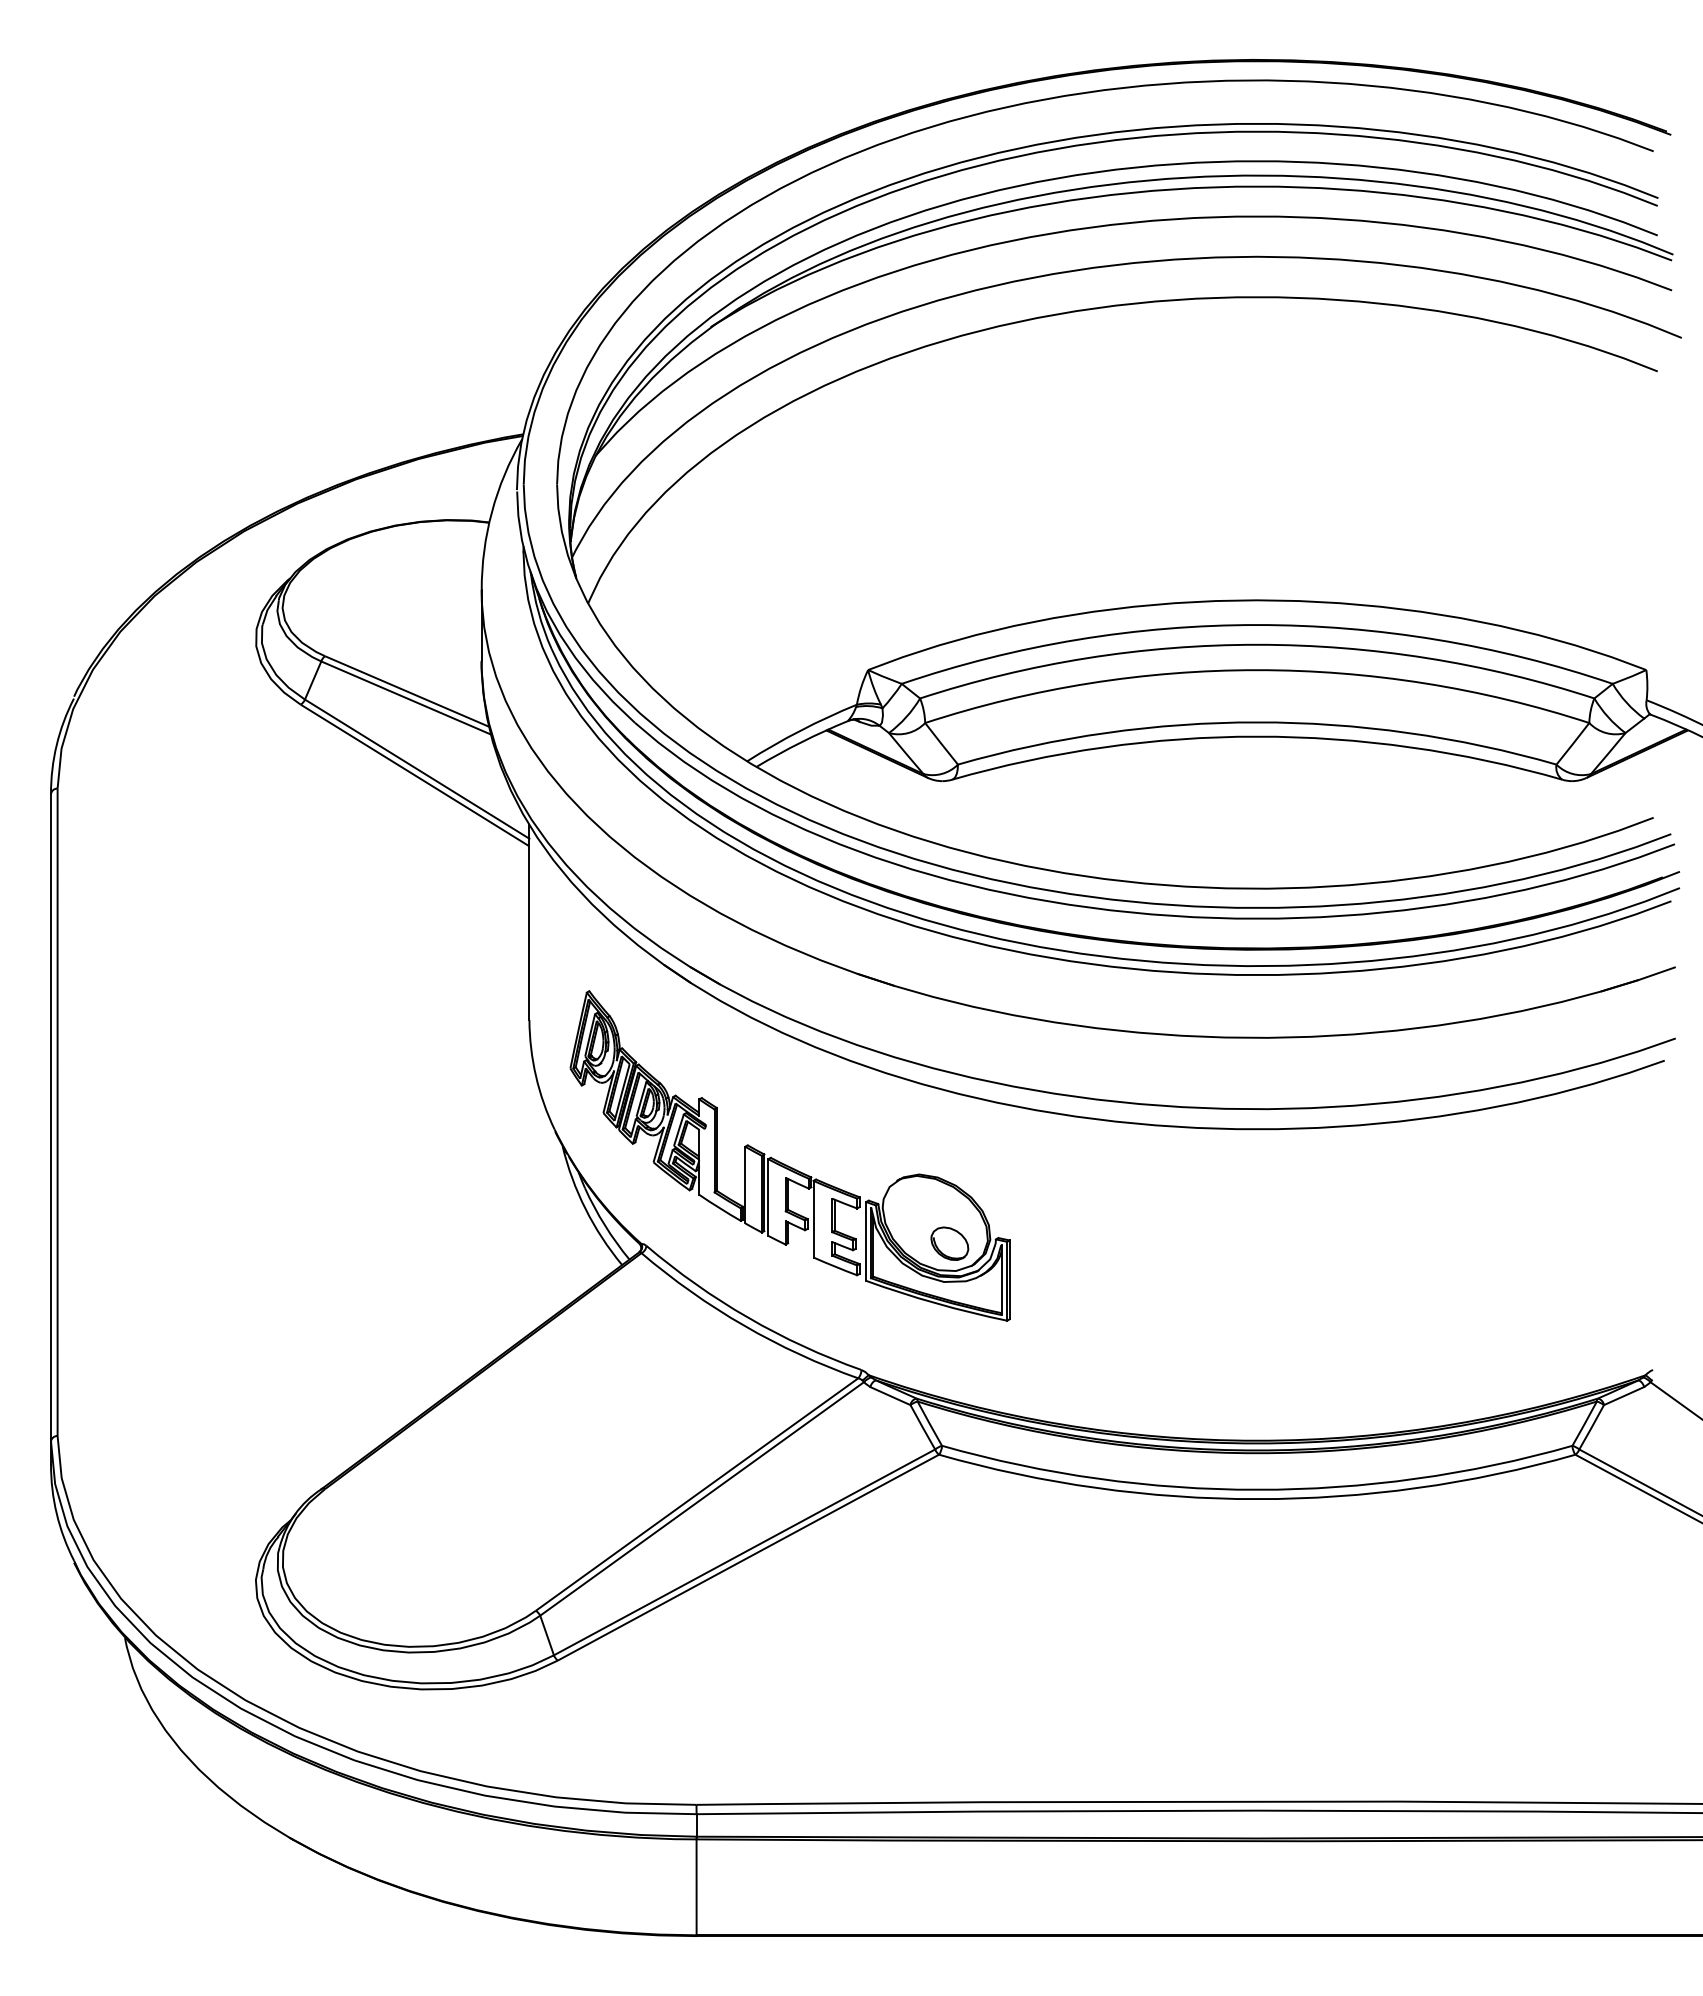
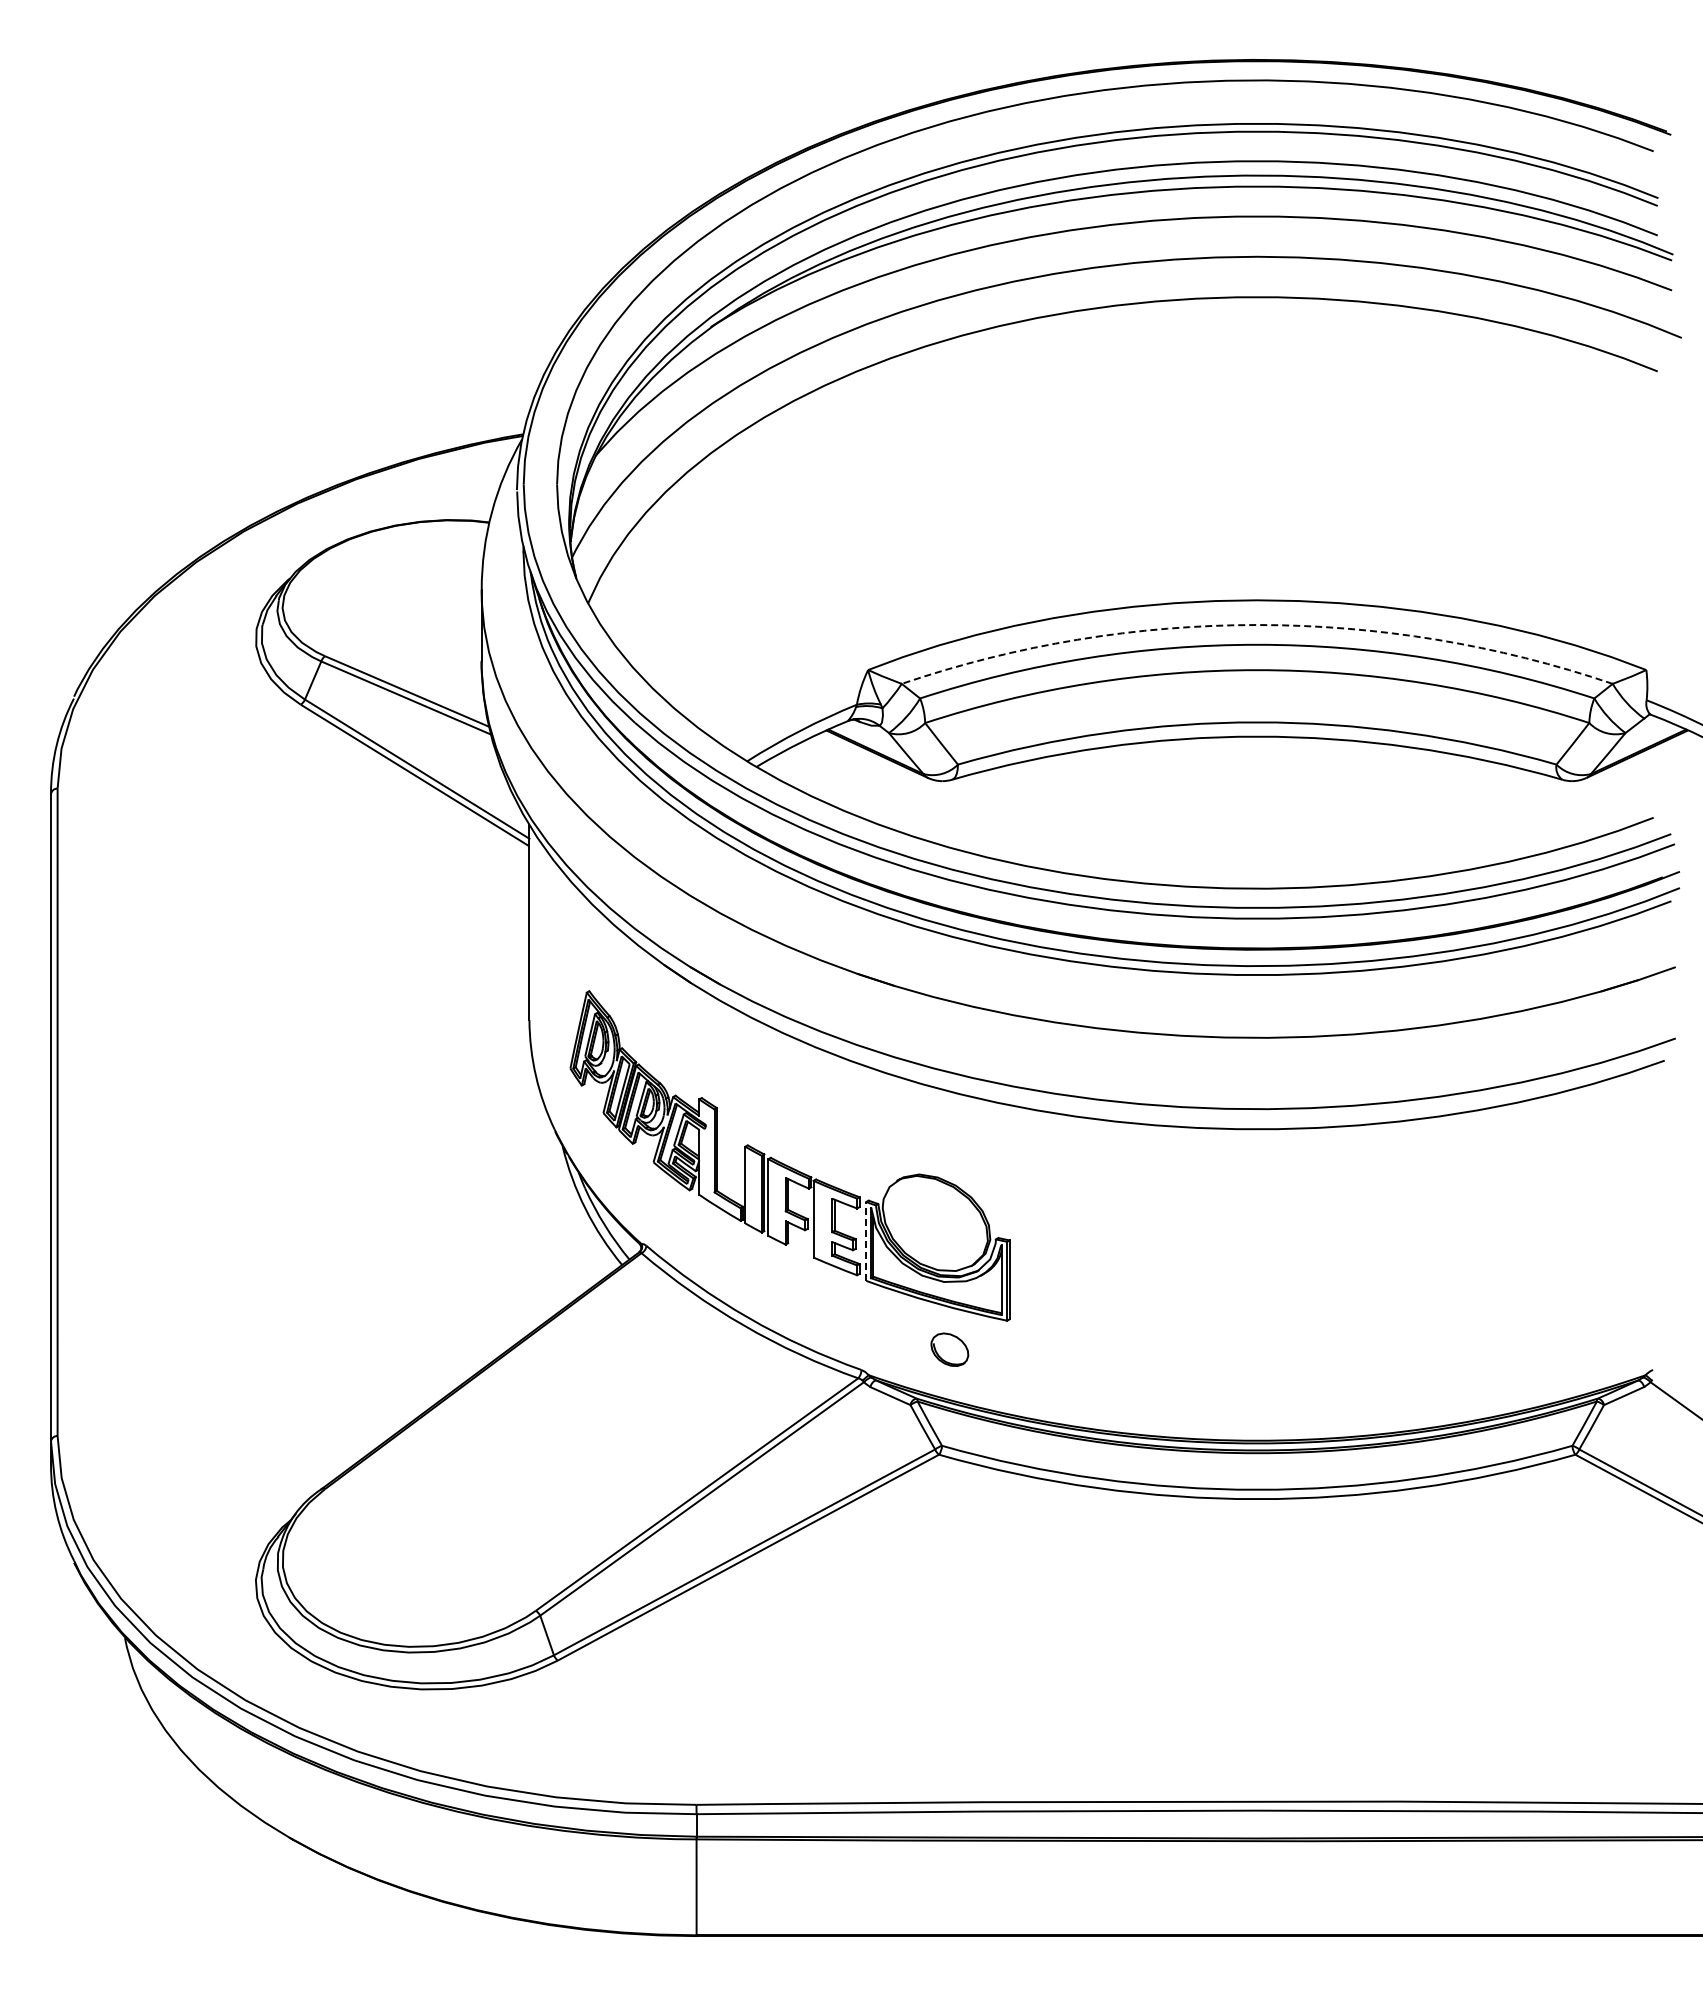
arc at (1257, 625): solid -> dashed
line at (866, 1240): solid -> dashed
part at (949, 1243) position: (949, 1243) -> (949, 1349)
